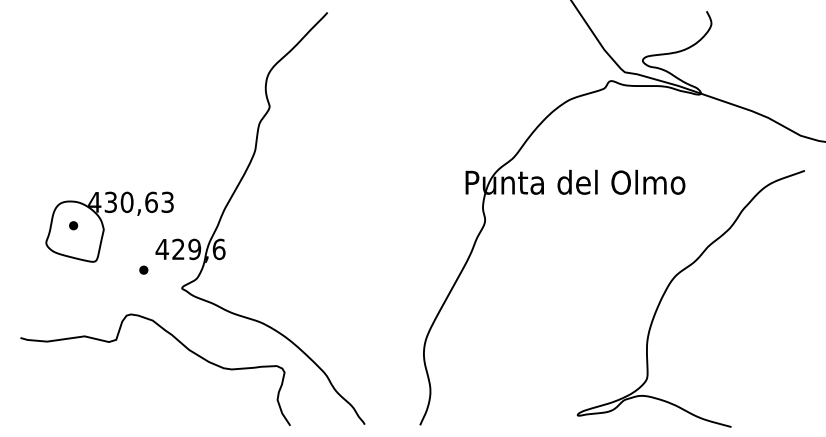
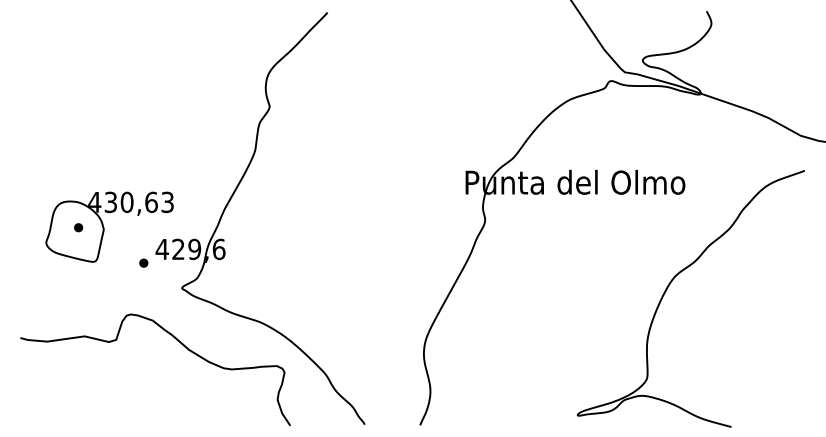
part at (73, 225) position: (73, 225) -> (78, 227)
part at (143, 269) position: (143, 269) -> (143, 262)
